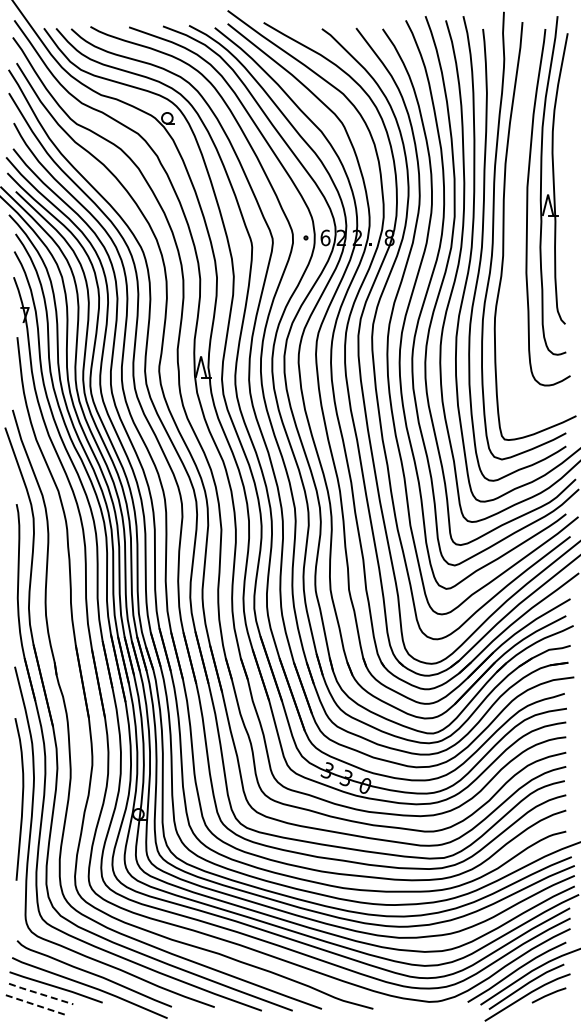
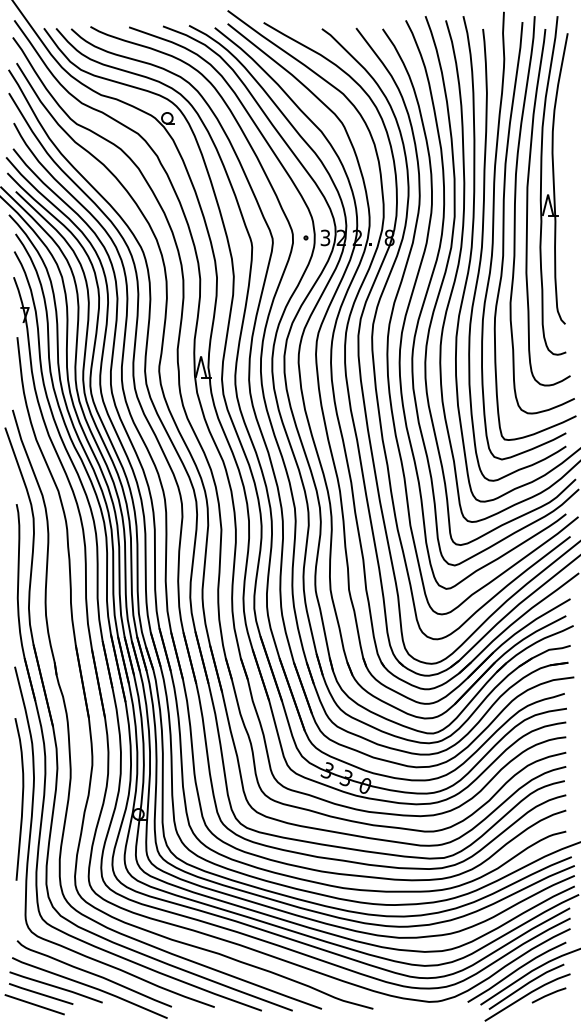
curve at (515, 215): none -> present
text at (325, 237): 6 -> 3
line at (40, 994): dashed -> solid
line at (34, 1004): dashed -> solid
